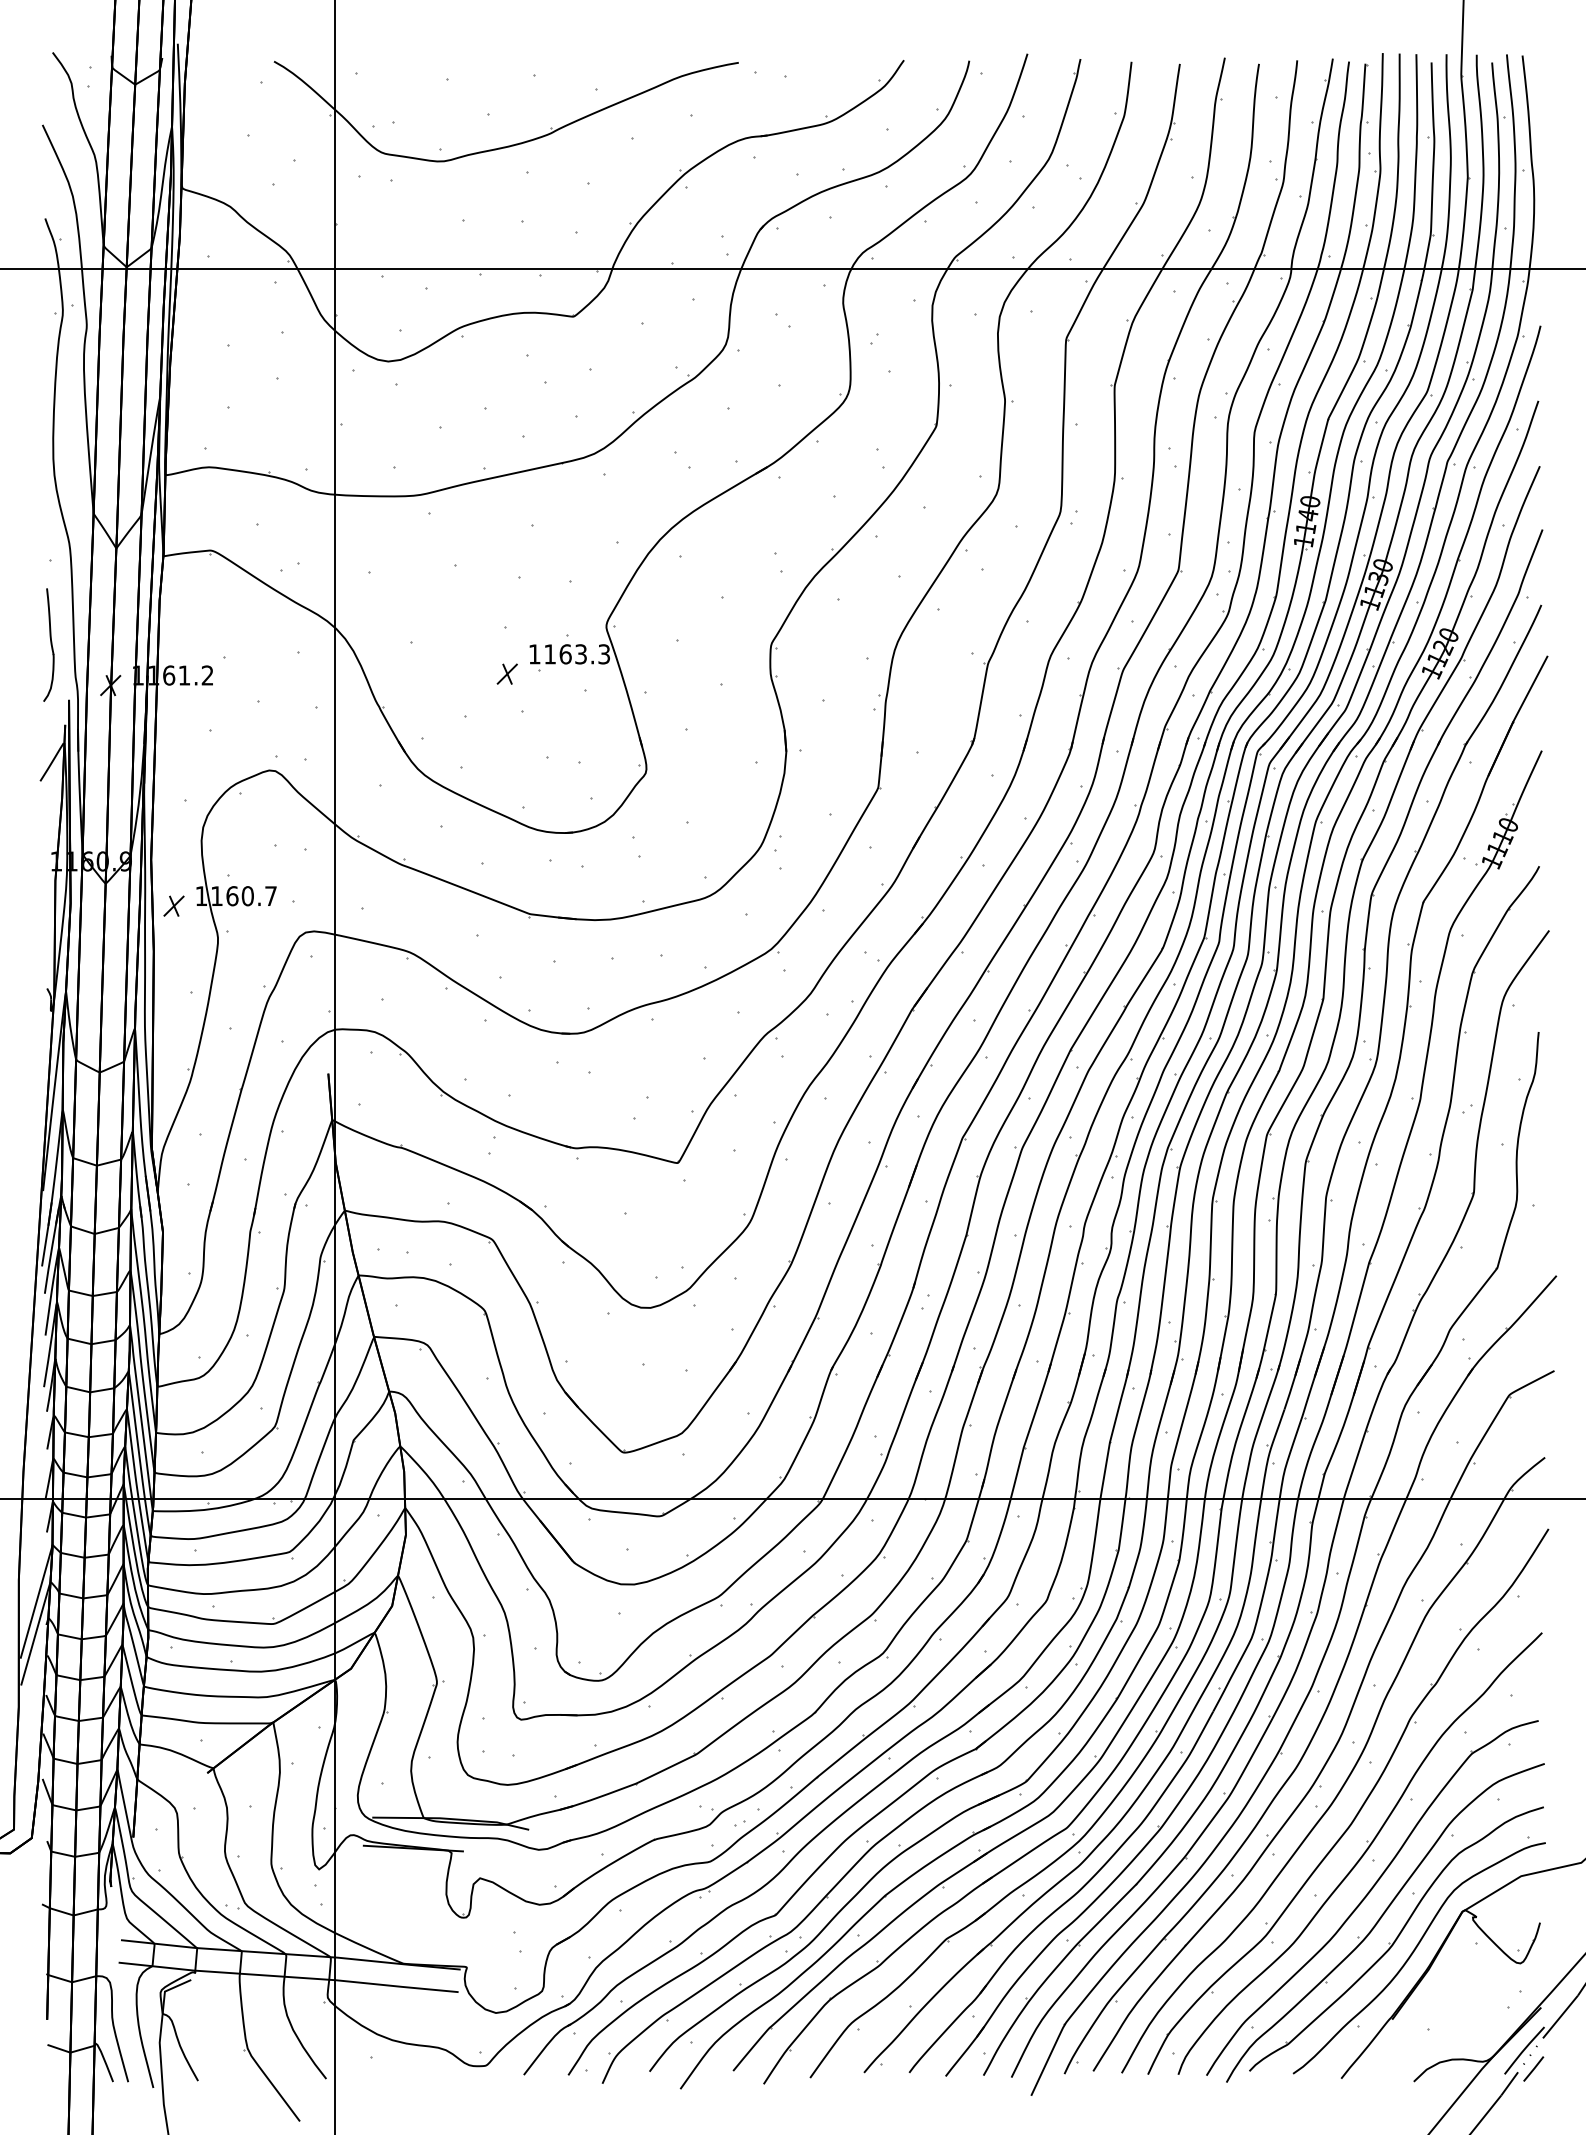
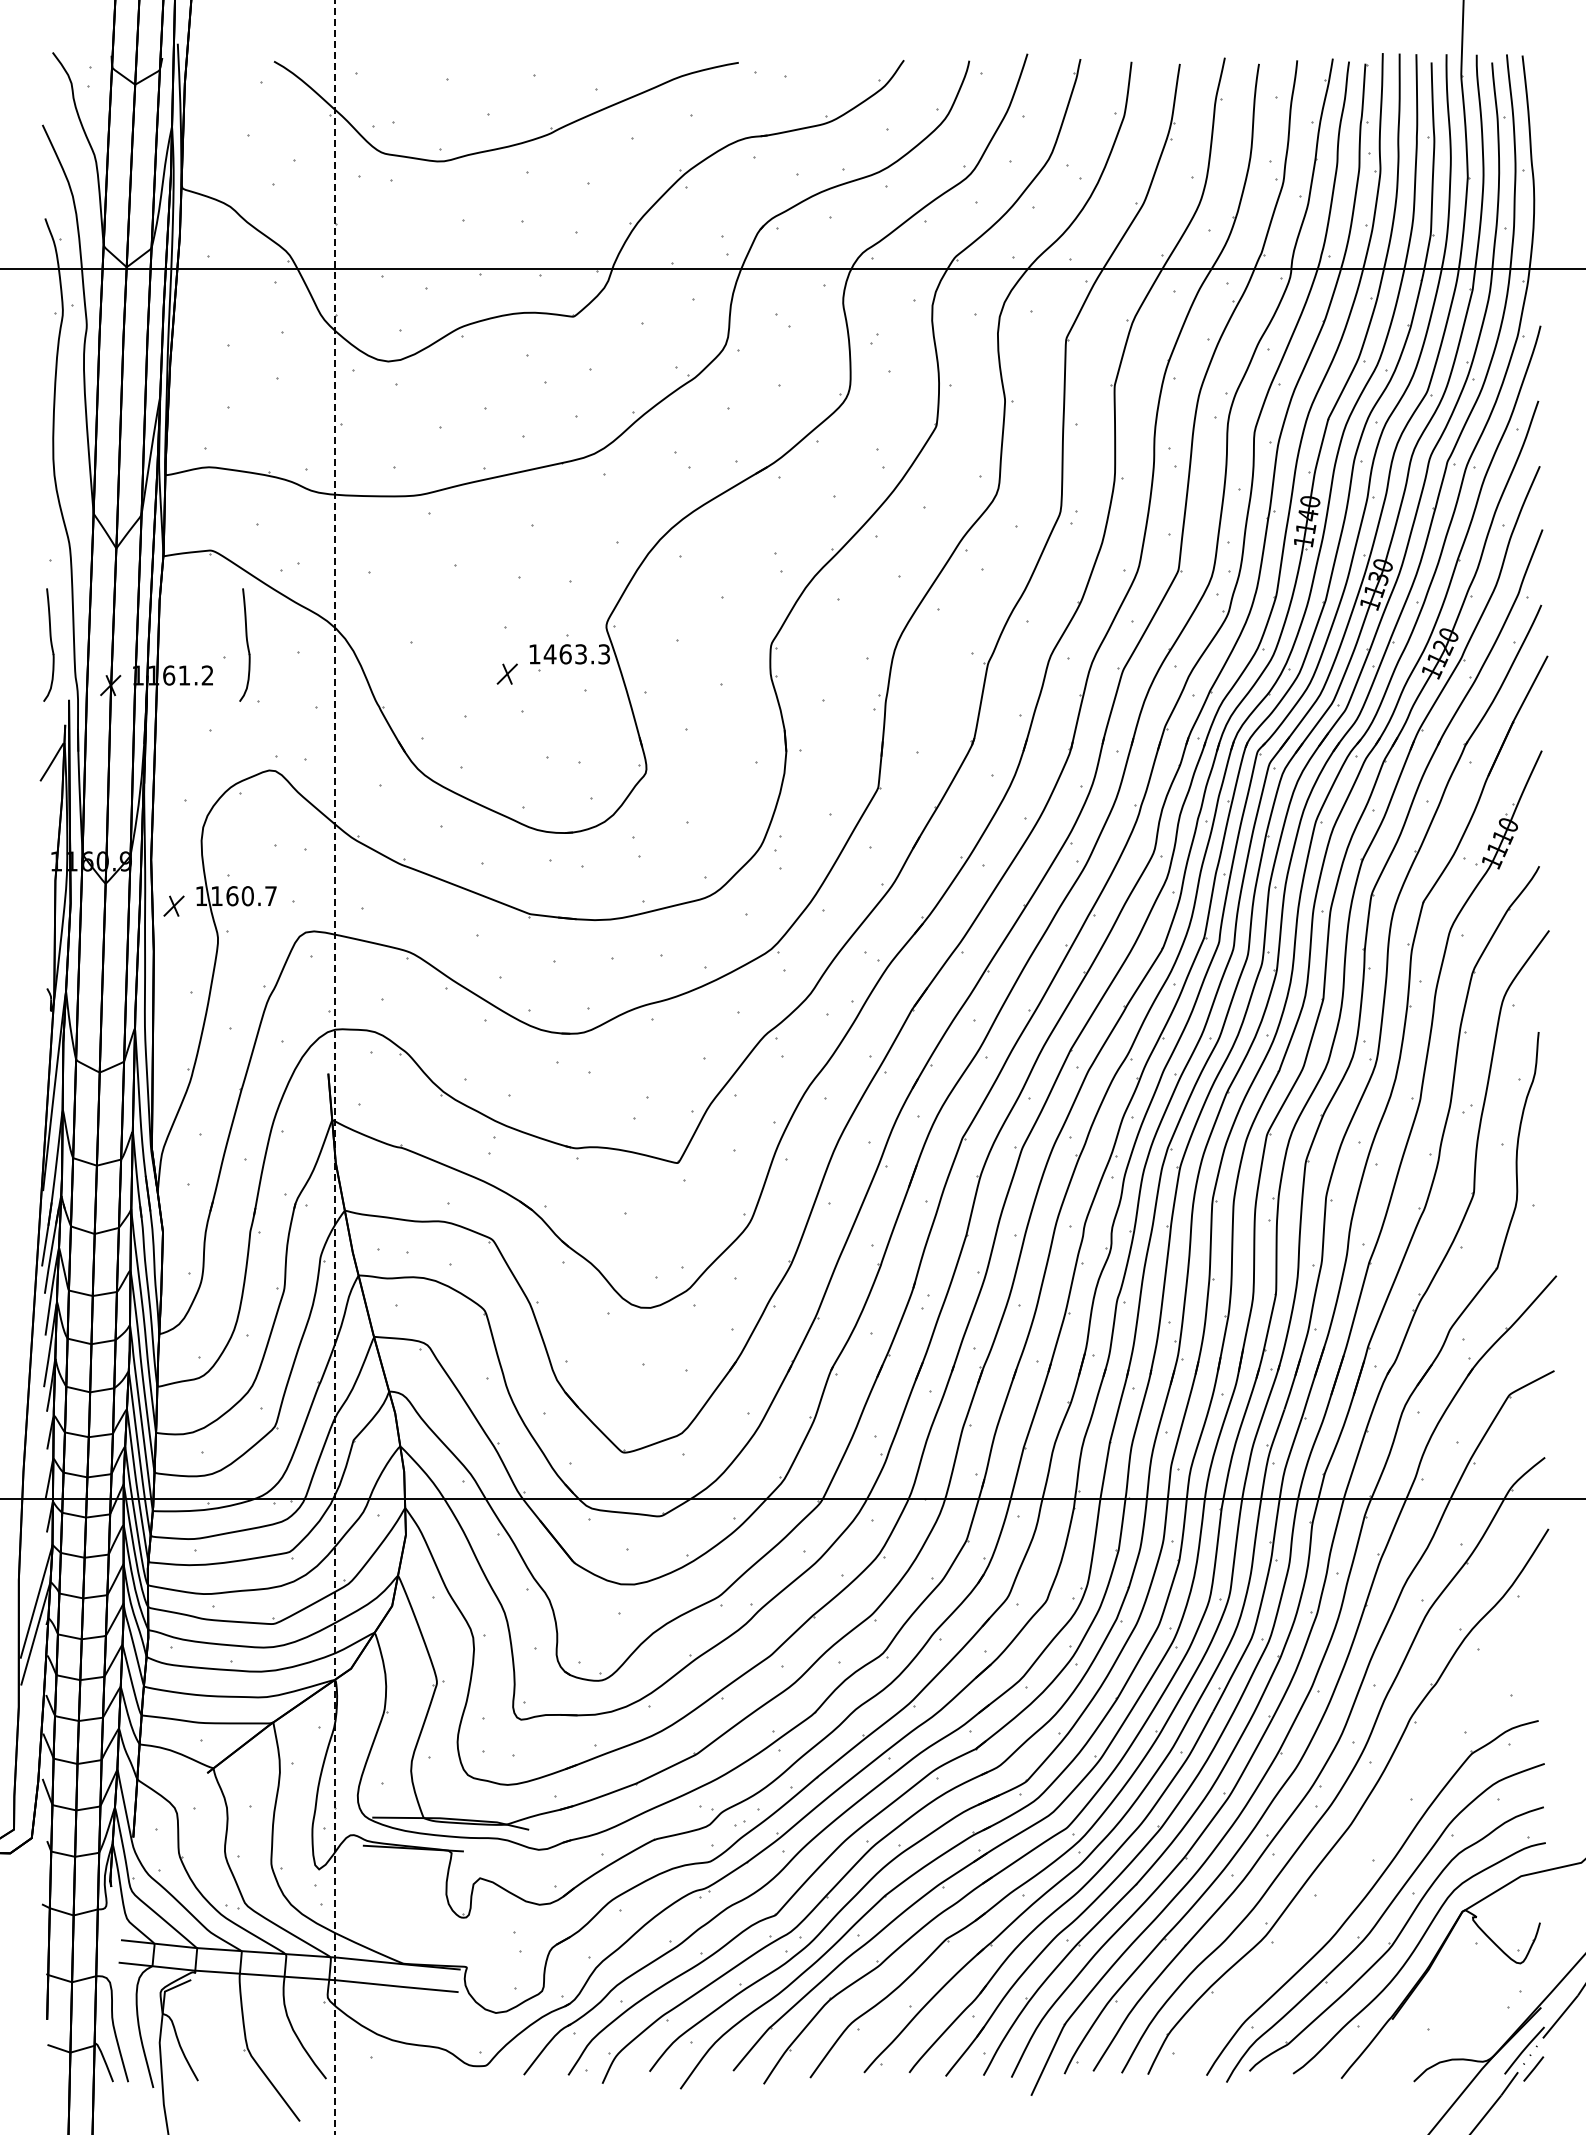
part at (244, 644): none -> present
text at (549, 654): 1163.3 -> 1463.3
line at (335, 1068): solid -> dashed
part at (1359, 1853): present -> none
